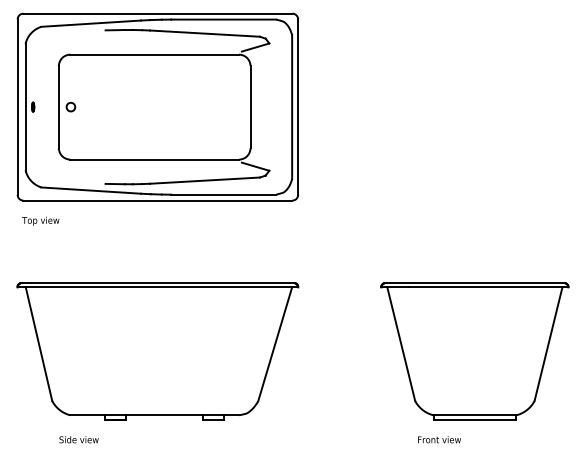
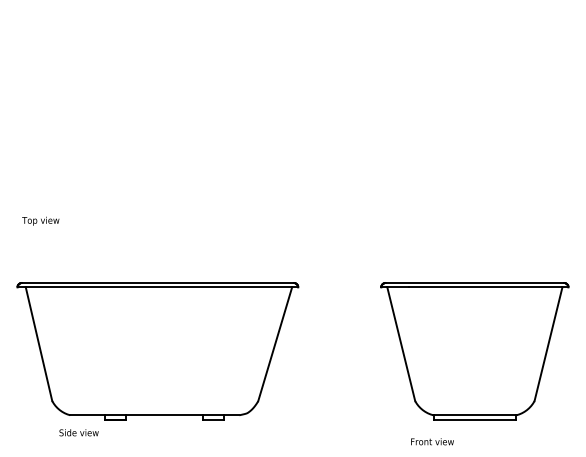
part at (157, 106): present -> none
text at (78, 439) position: (78, 439) -> (78, 432)
text at (439, 439) position: (439, 439) -> (432, 441)
